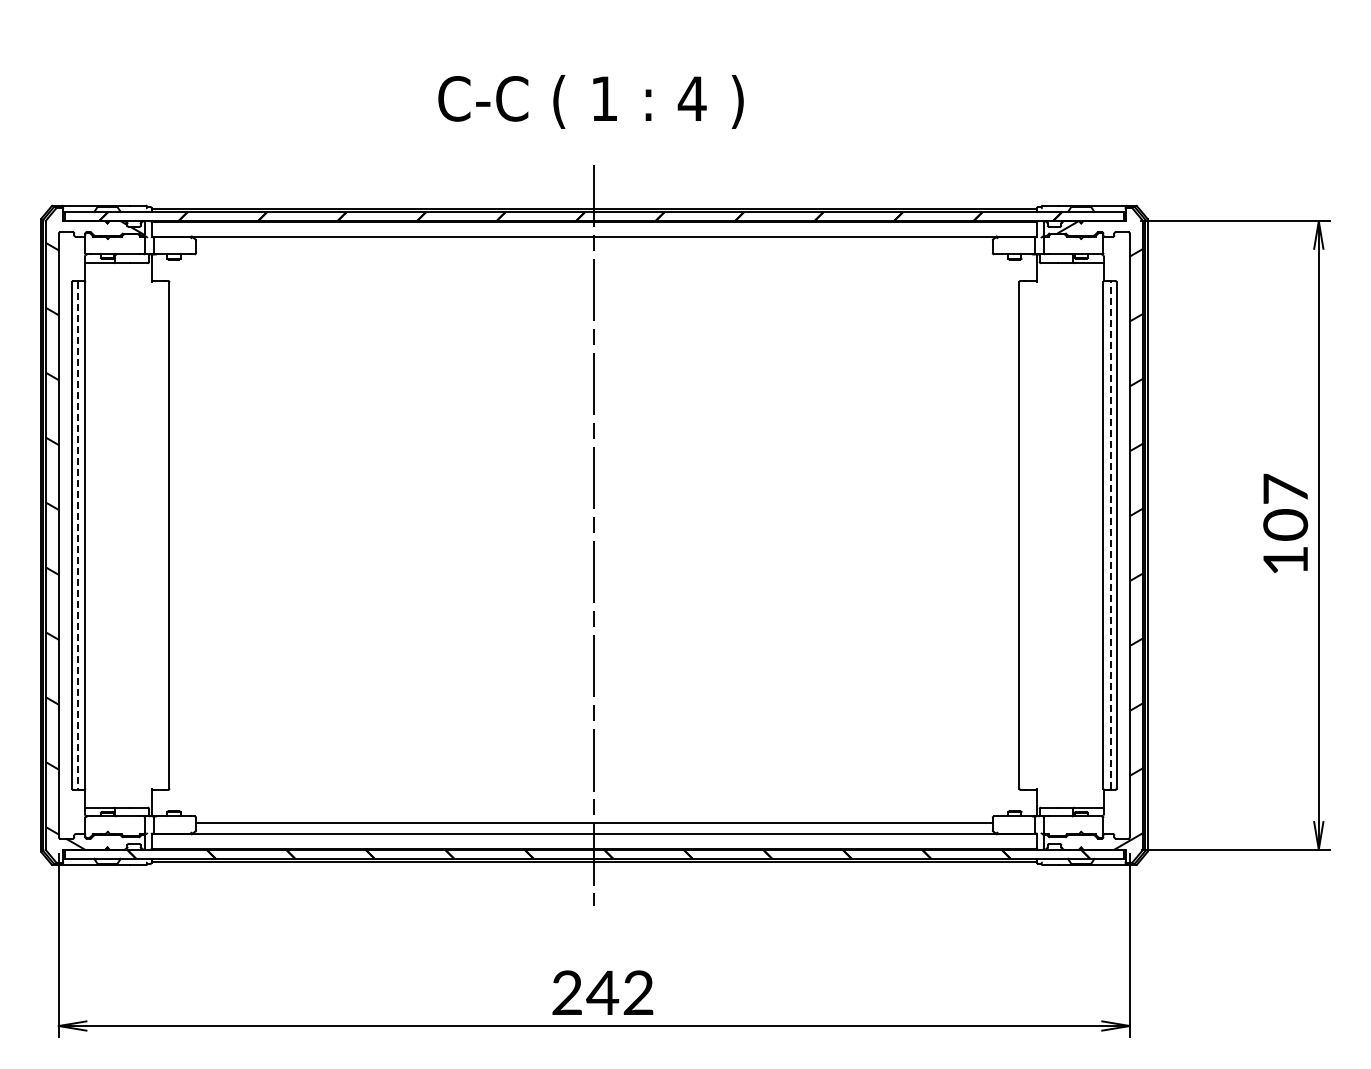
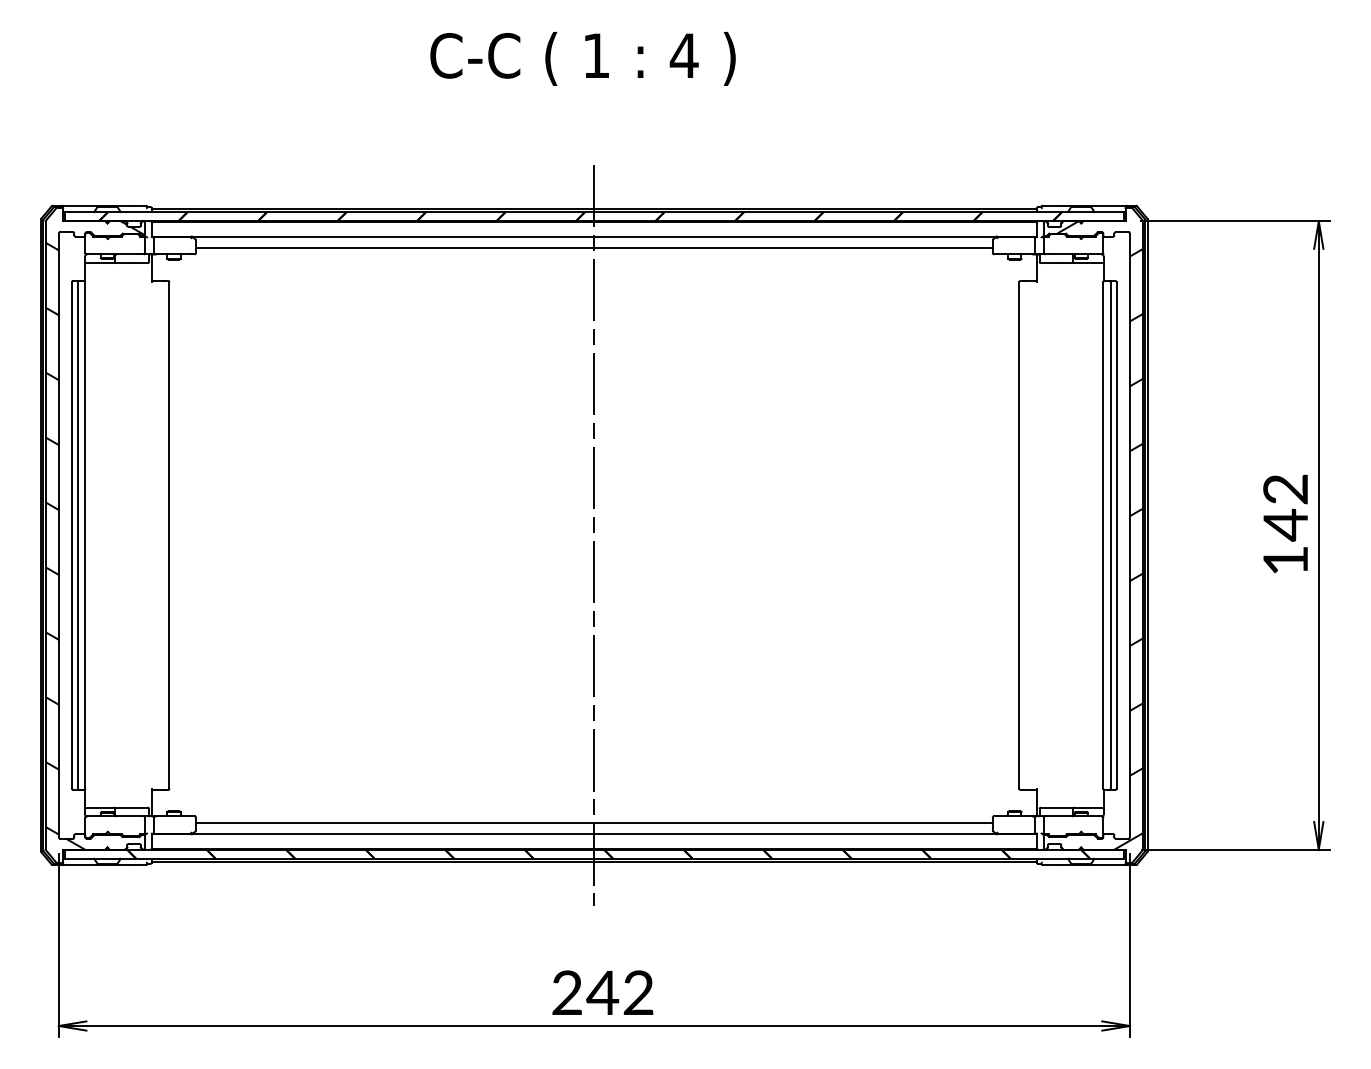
text at (590, 101) position: (590, 101) -> (582, 58)
line at (594, 247): none -> present
text at (1285, 507): 107 -> 142
line at (1110, 534): dashed -> solid
line at (77, 535): dashed -> solid
